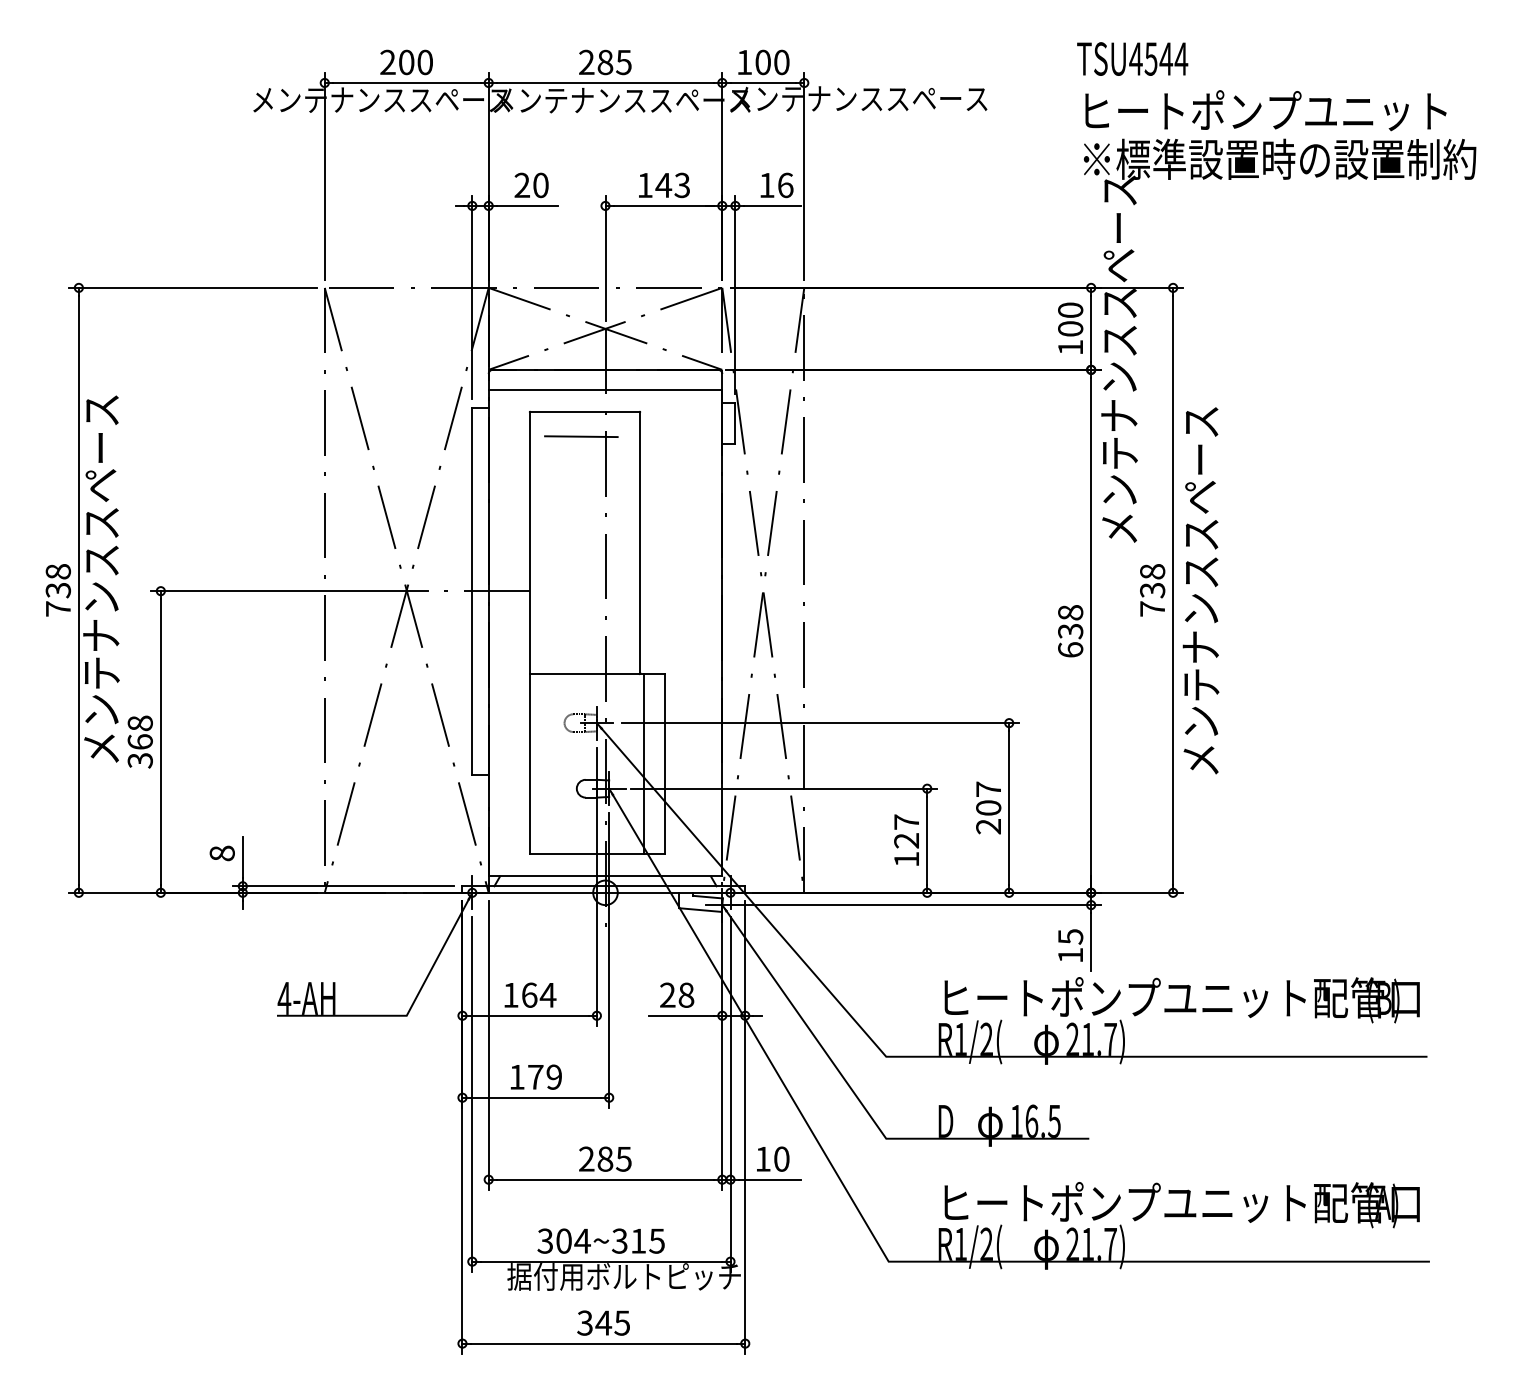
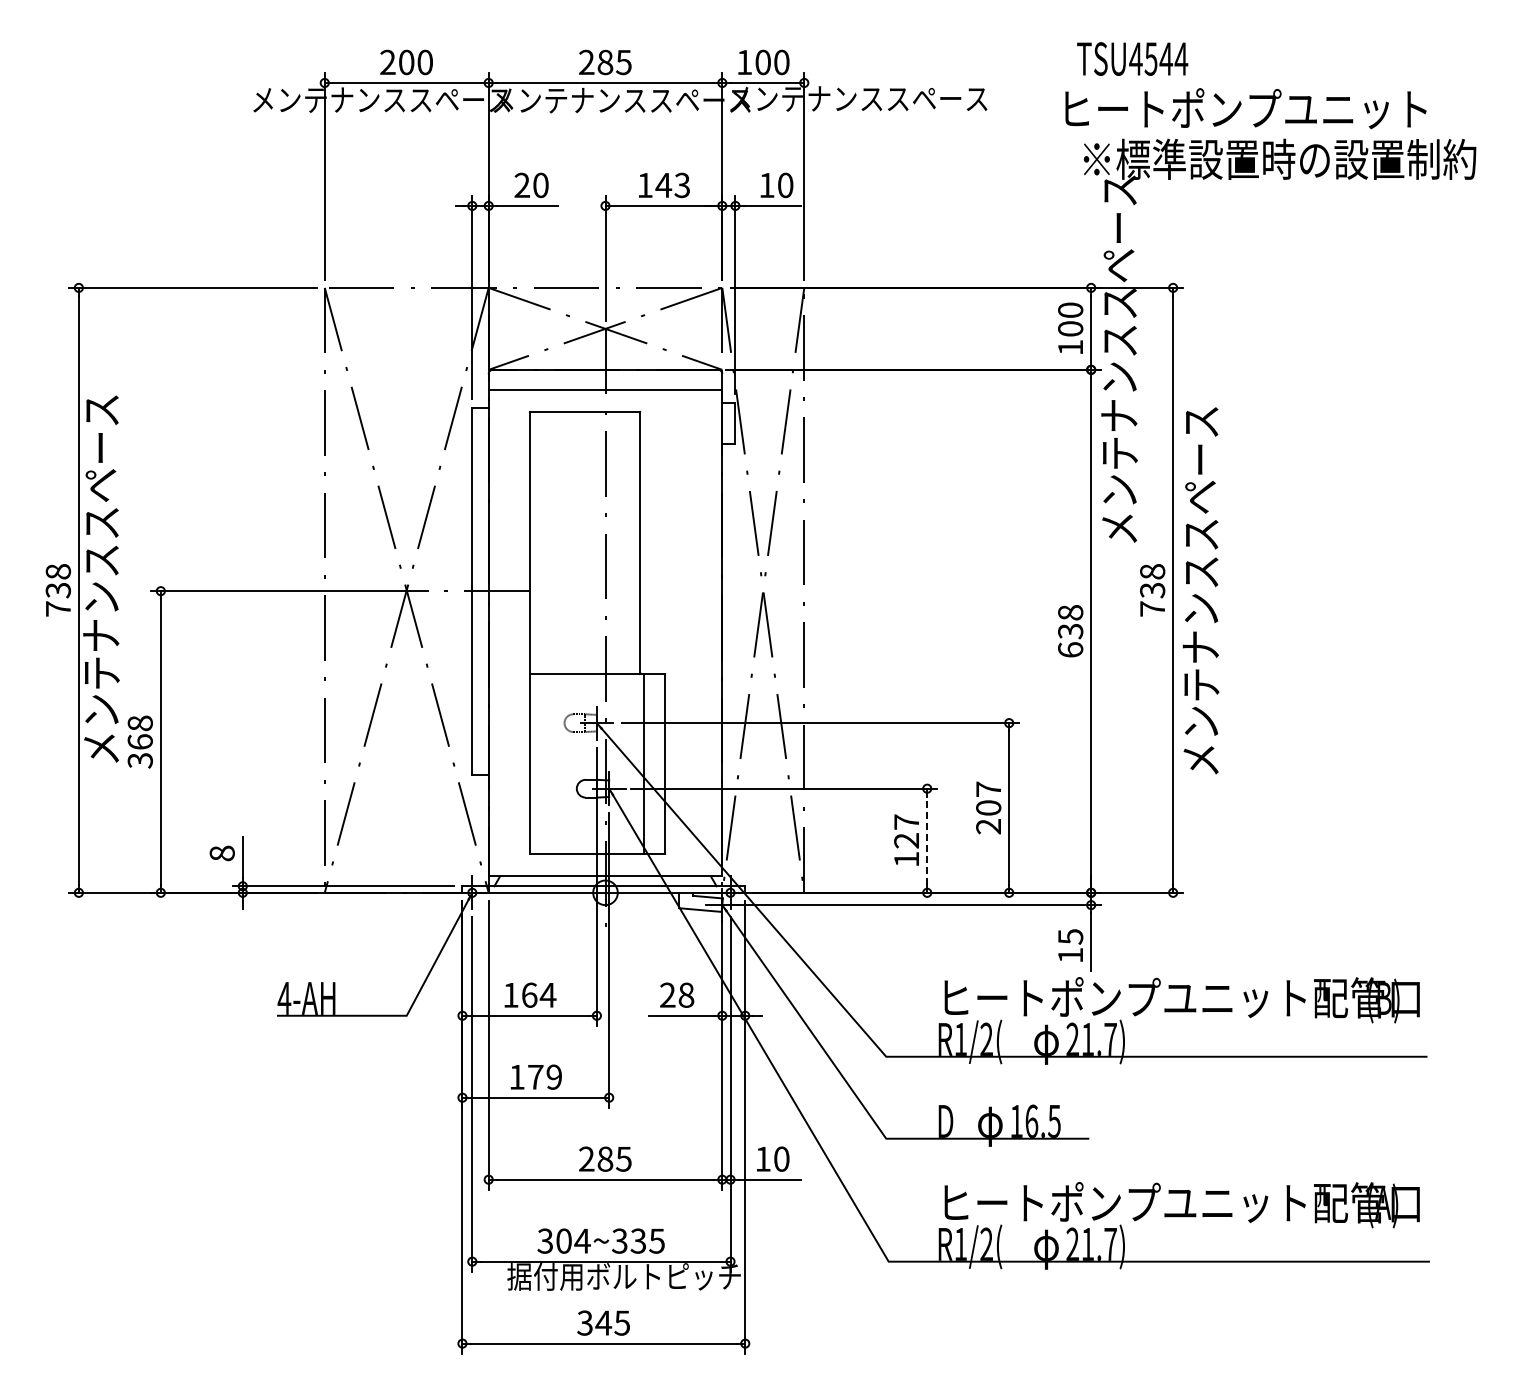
text at (1265, 110) position: (1265, 110) -> (1245, 108)
text at (785, 185): 16 -> 10
line at (581, 436): present -> none
line at (927, 840): solid -> dashed
text at (637, 1240): 304~315 -> 304~335
